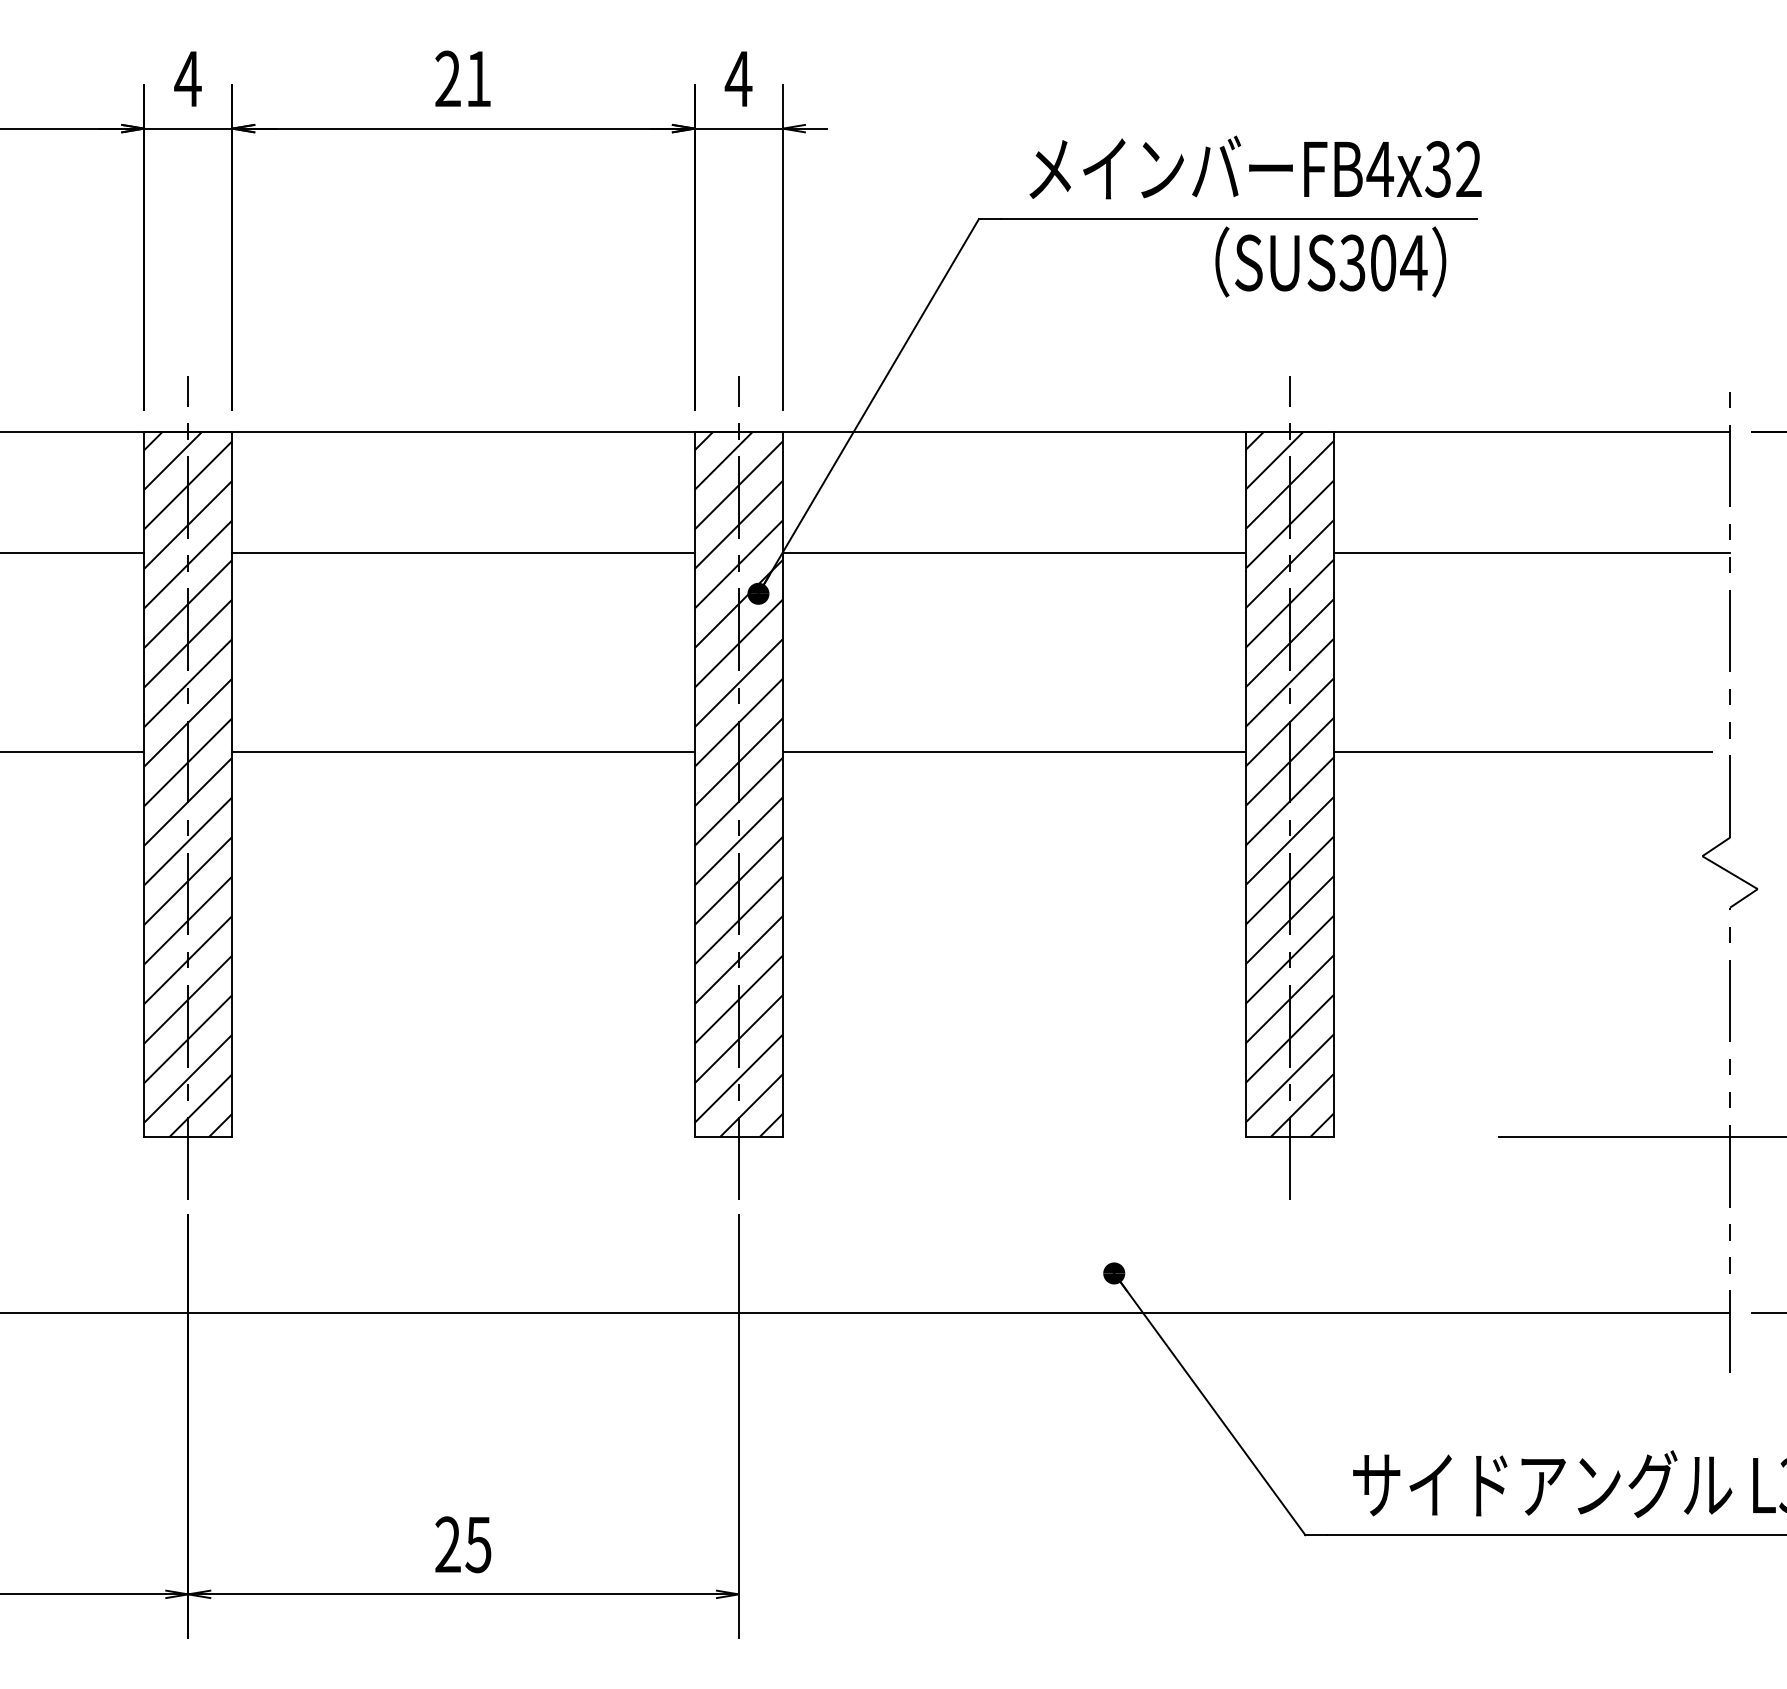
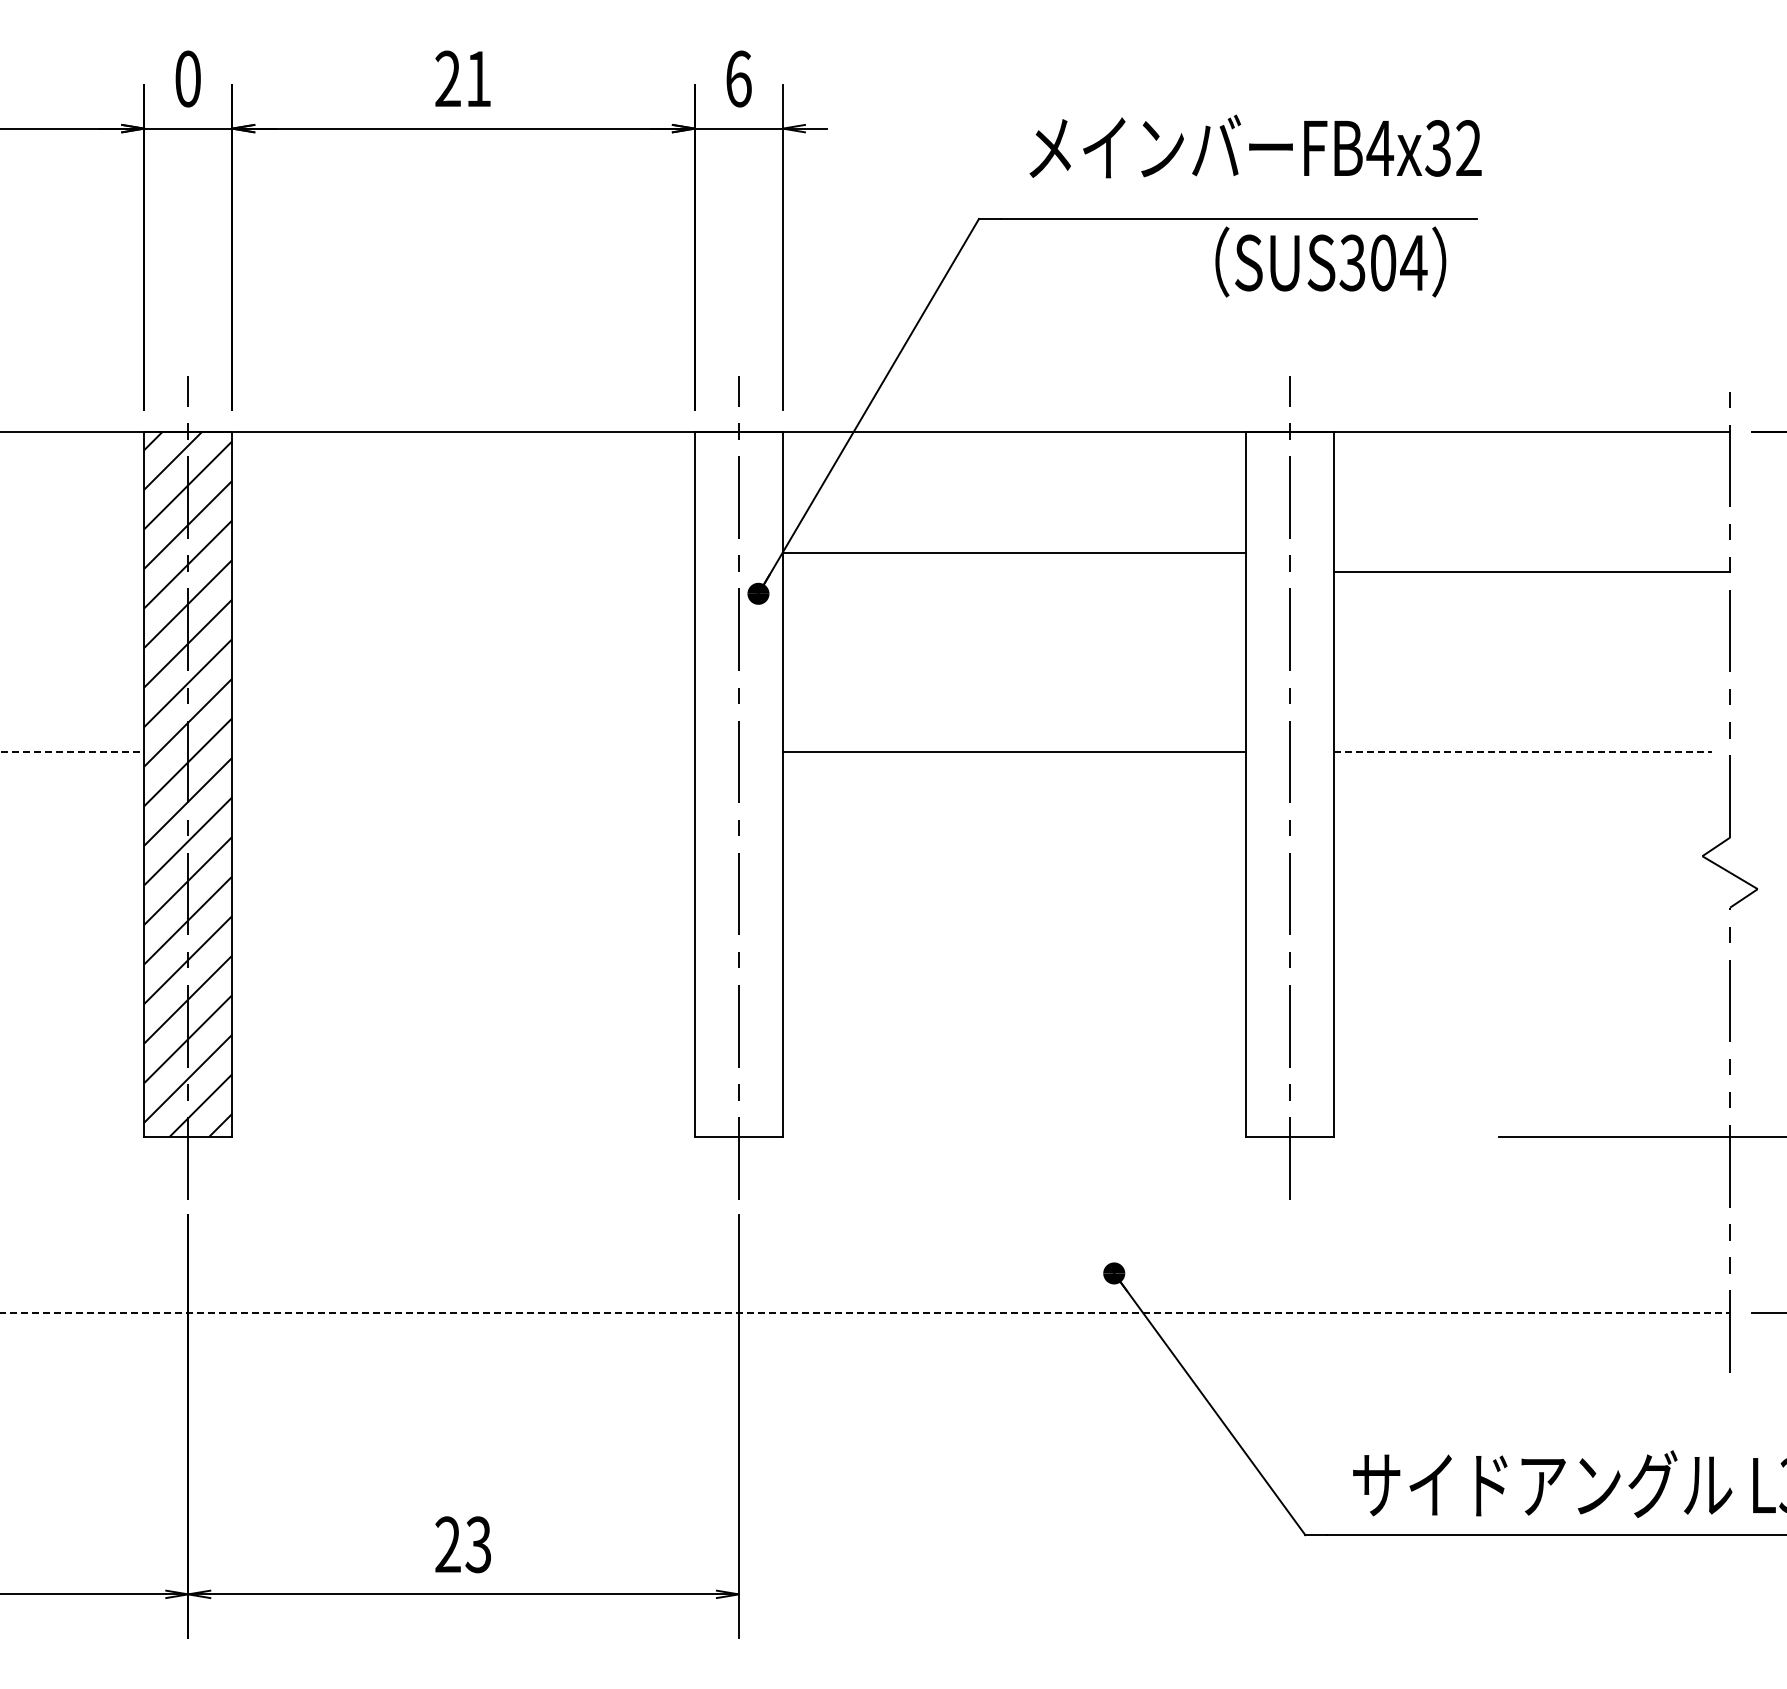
text at (187, 78): 4 -> 0
text at (738, 78): 4 -> 6
text at (1255, 167) position: (1255, 167) -> (1255, 146)
line at (73, 553): present -> none
line at (463, 553): present -> none
line at (1531, 553) position: (1531, 553) -> (1531, 572)
line at (72, 751): solid -> dashed
line at (463, 751): present -> none
line at (1522, 751): solid -> dashed
hatch at (738, 784): present -> none
hatch at (1289, 784): present -> none
line at (865, 1313): solid -> dashed
text at (478, 1544): 25 -> 23
